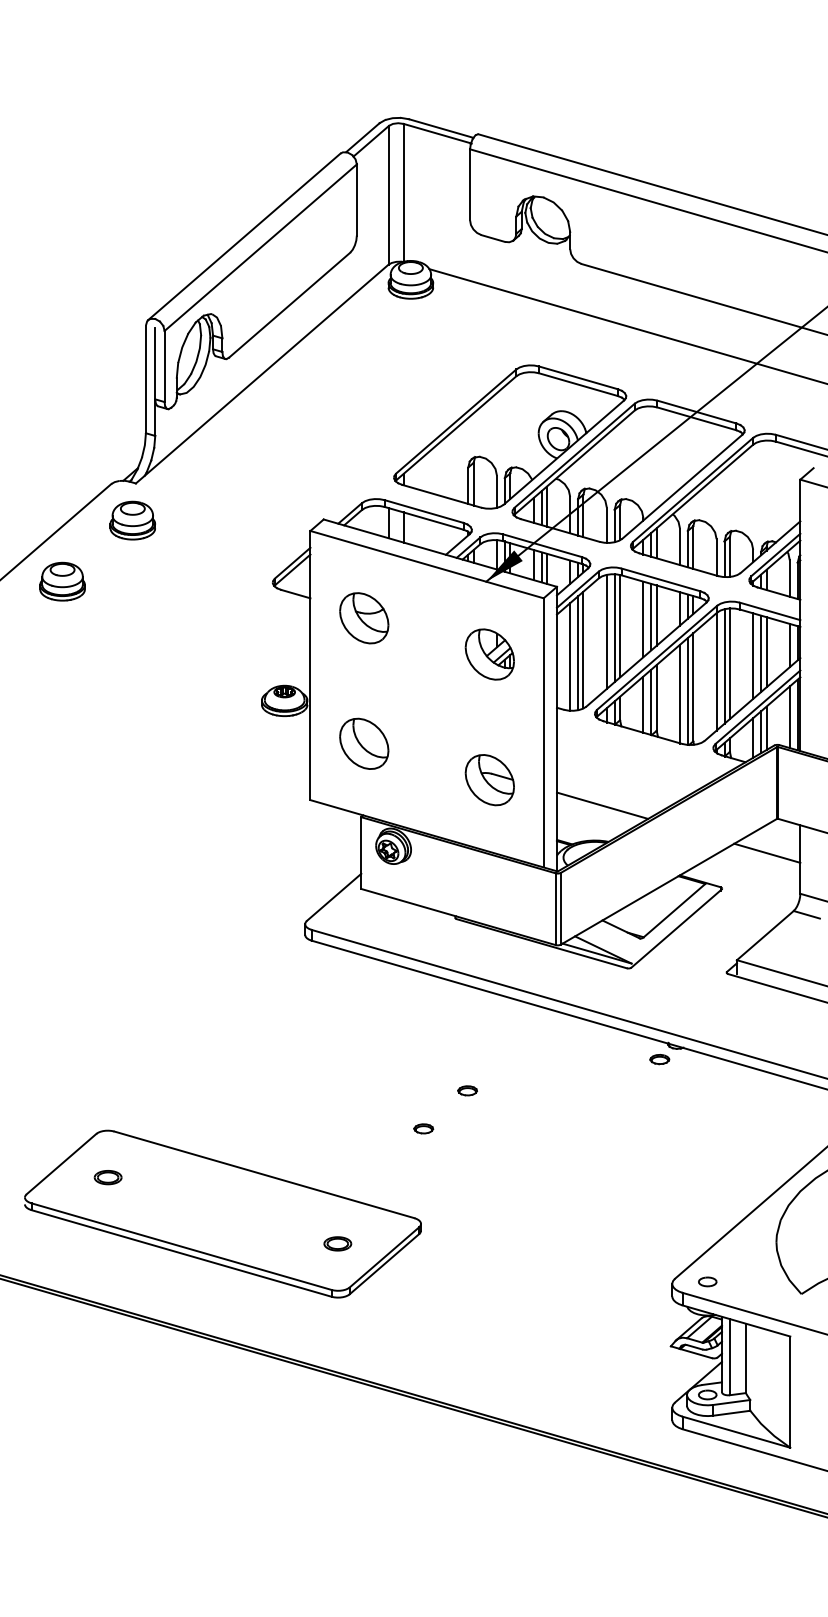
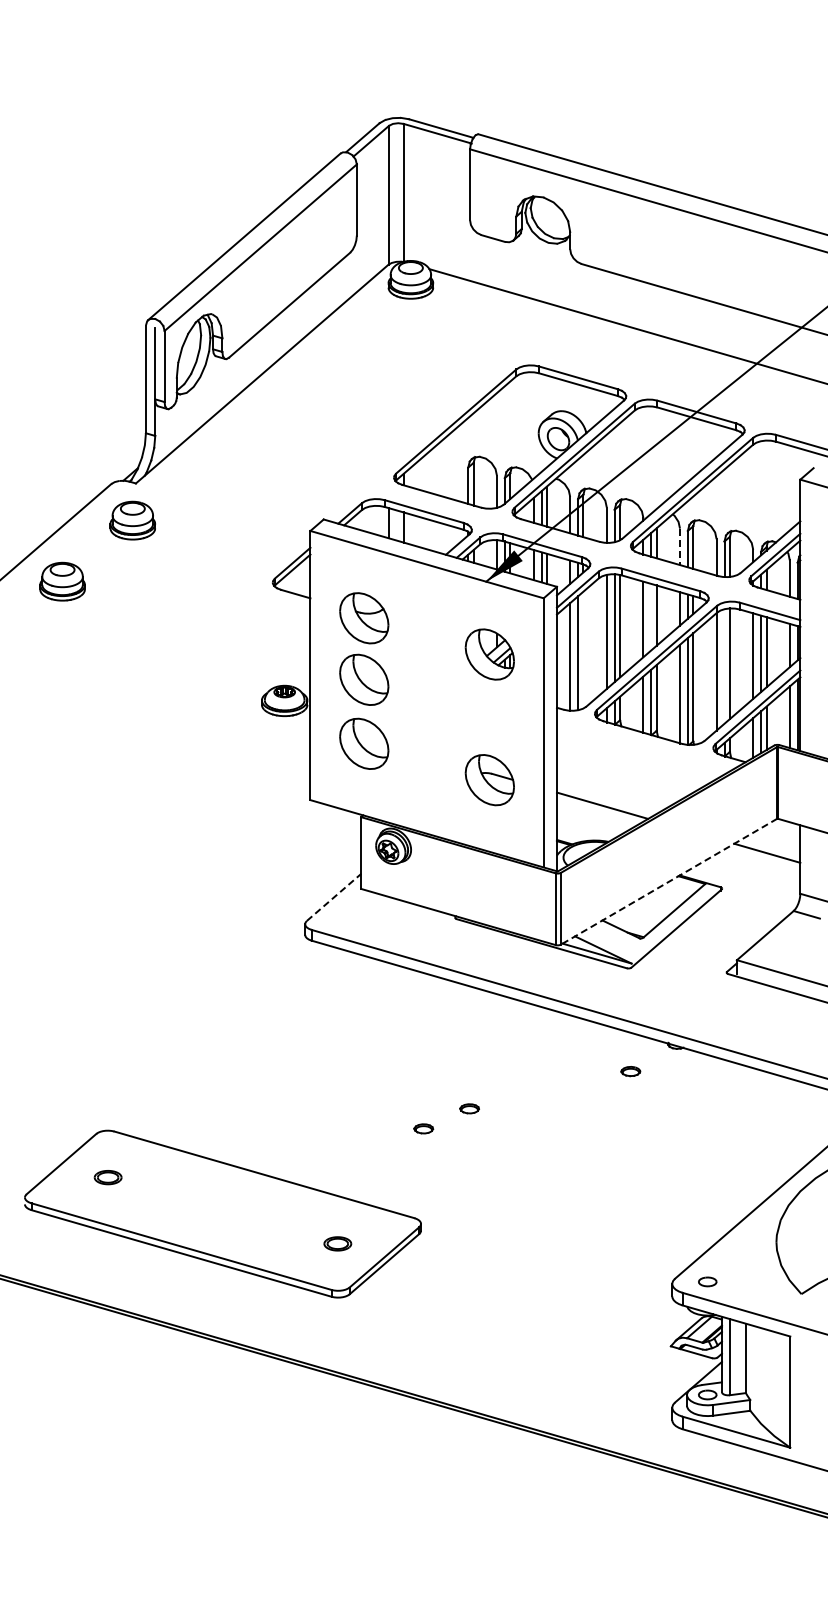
line at (680, 547): solid -> dashed
line at (651, 616): present -> none
line at (583, 649): present -> none
line at (724, 666): present -> none
part at (364, 679): none -> present
line at (668, 881): solid -> dashed
line at (334, 897): solid -> dashed
part at (659, 1059) position: (659, 1059) -> (630, 1071)
part at (467, 1090) position: (467, 1090) -> (469, 1108)
